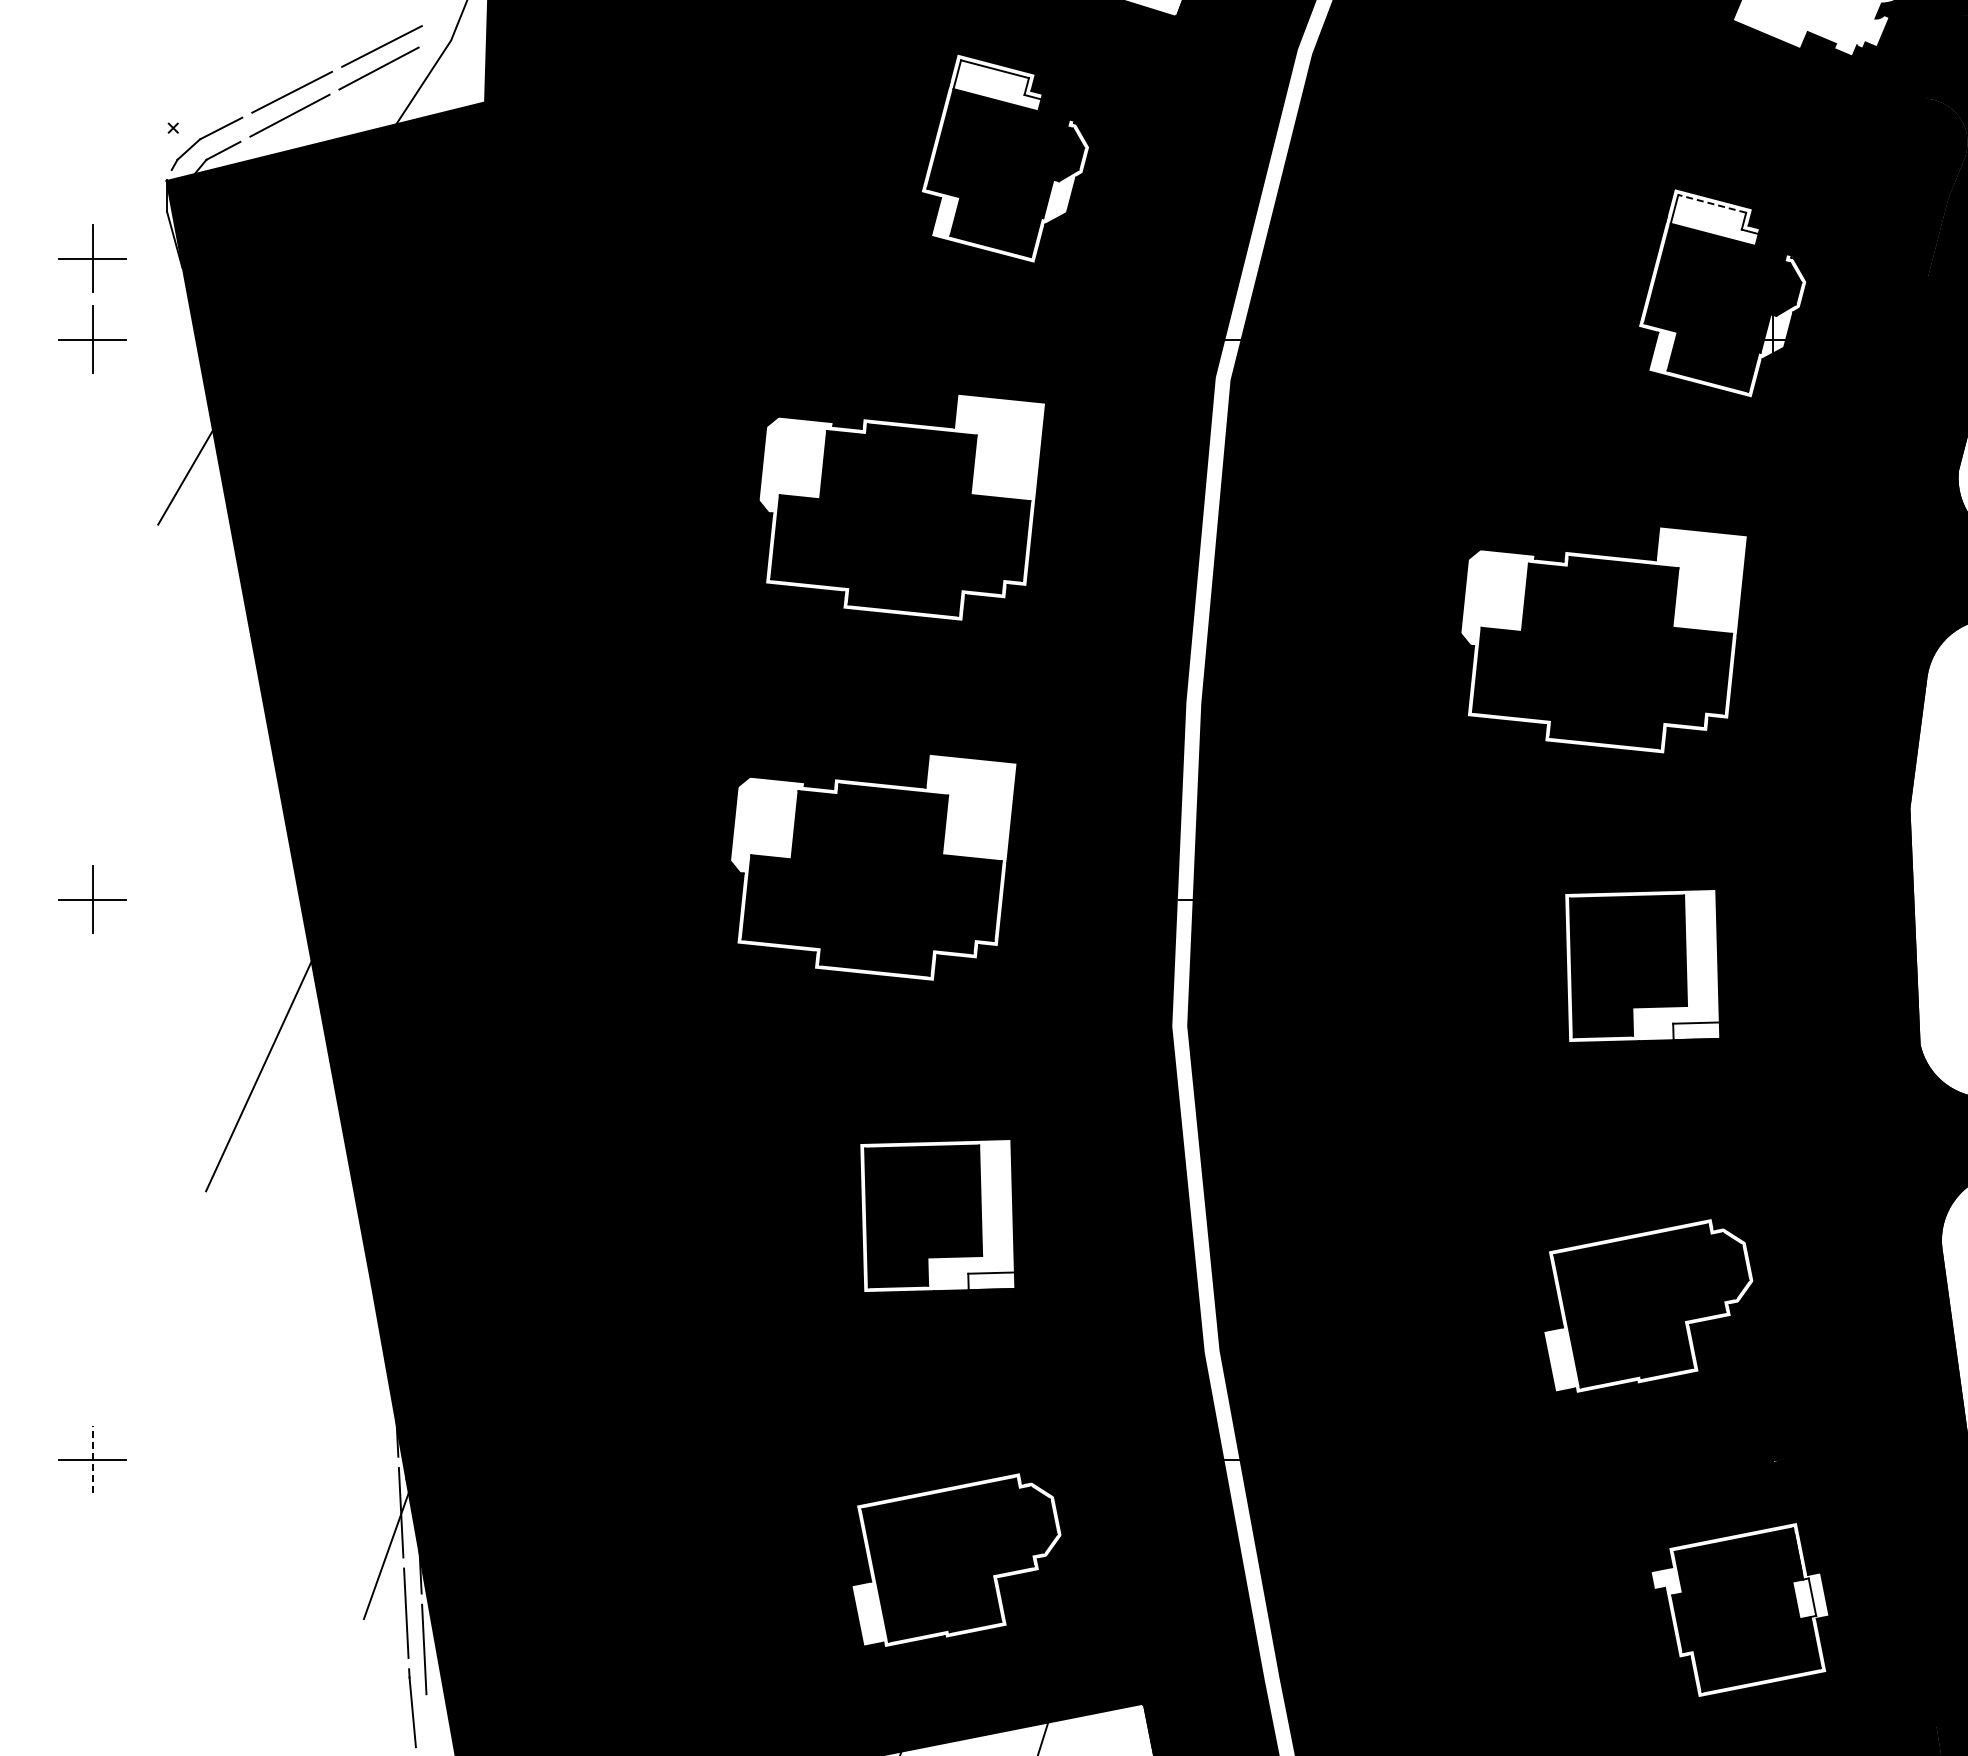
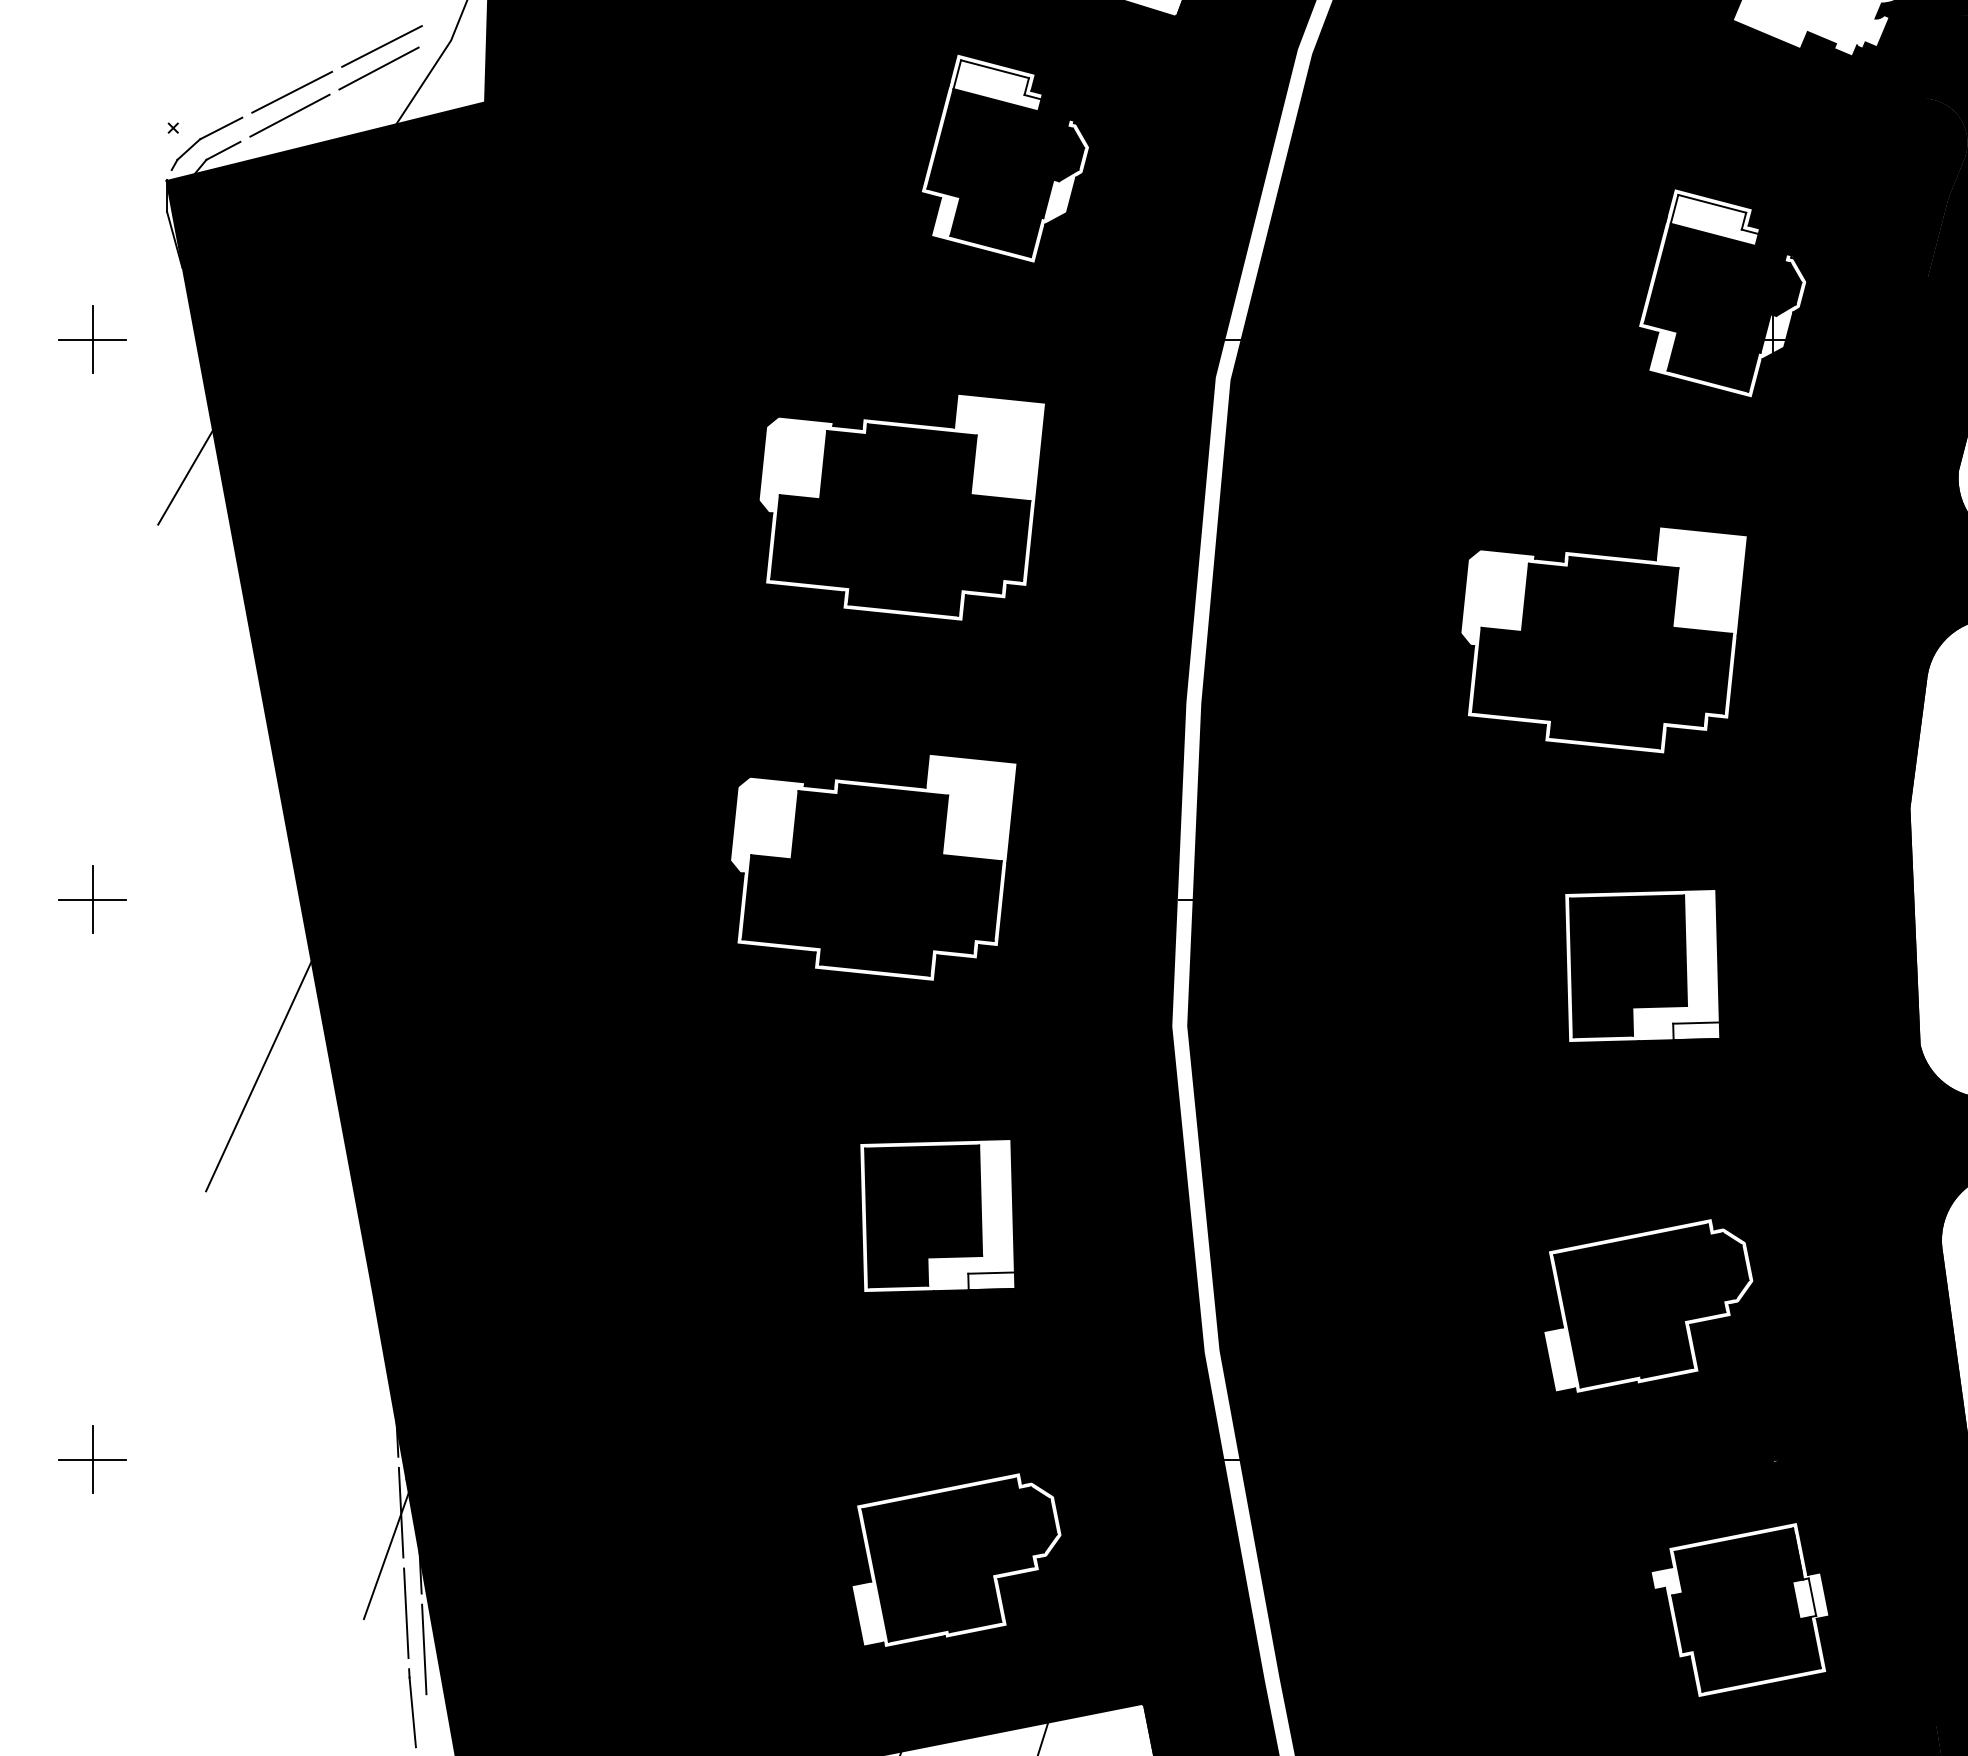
line at (1711, 203): dashed -> solid
part at (92, 258): present -> none
line at (92, 1459): dashed -> solid
